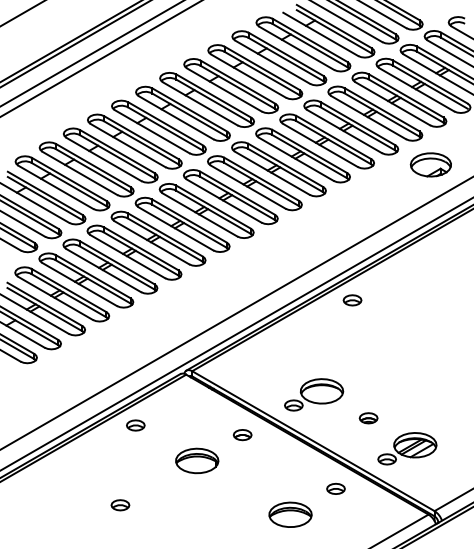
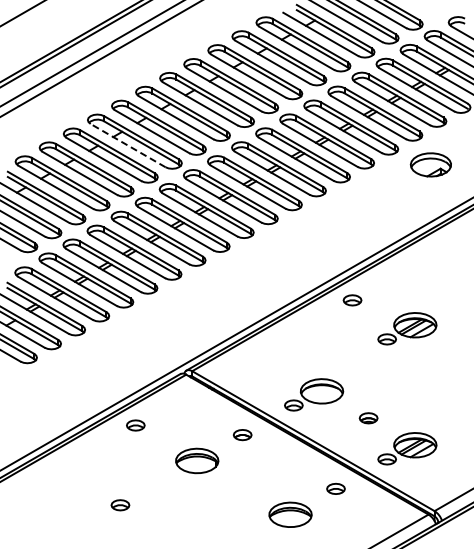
line at (127, 145): solid -> dashed
line at (236, 313): present -> none
part at (407, 328): none -> present
